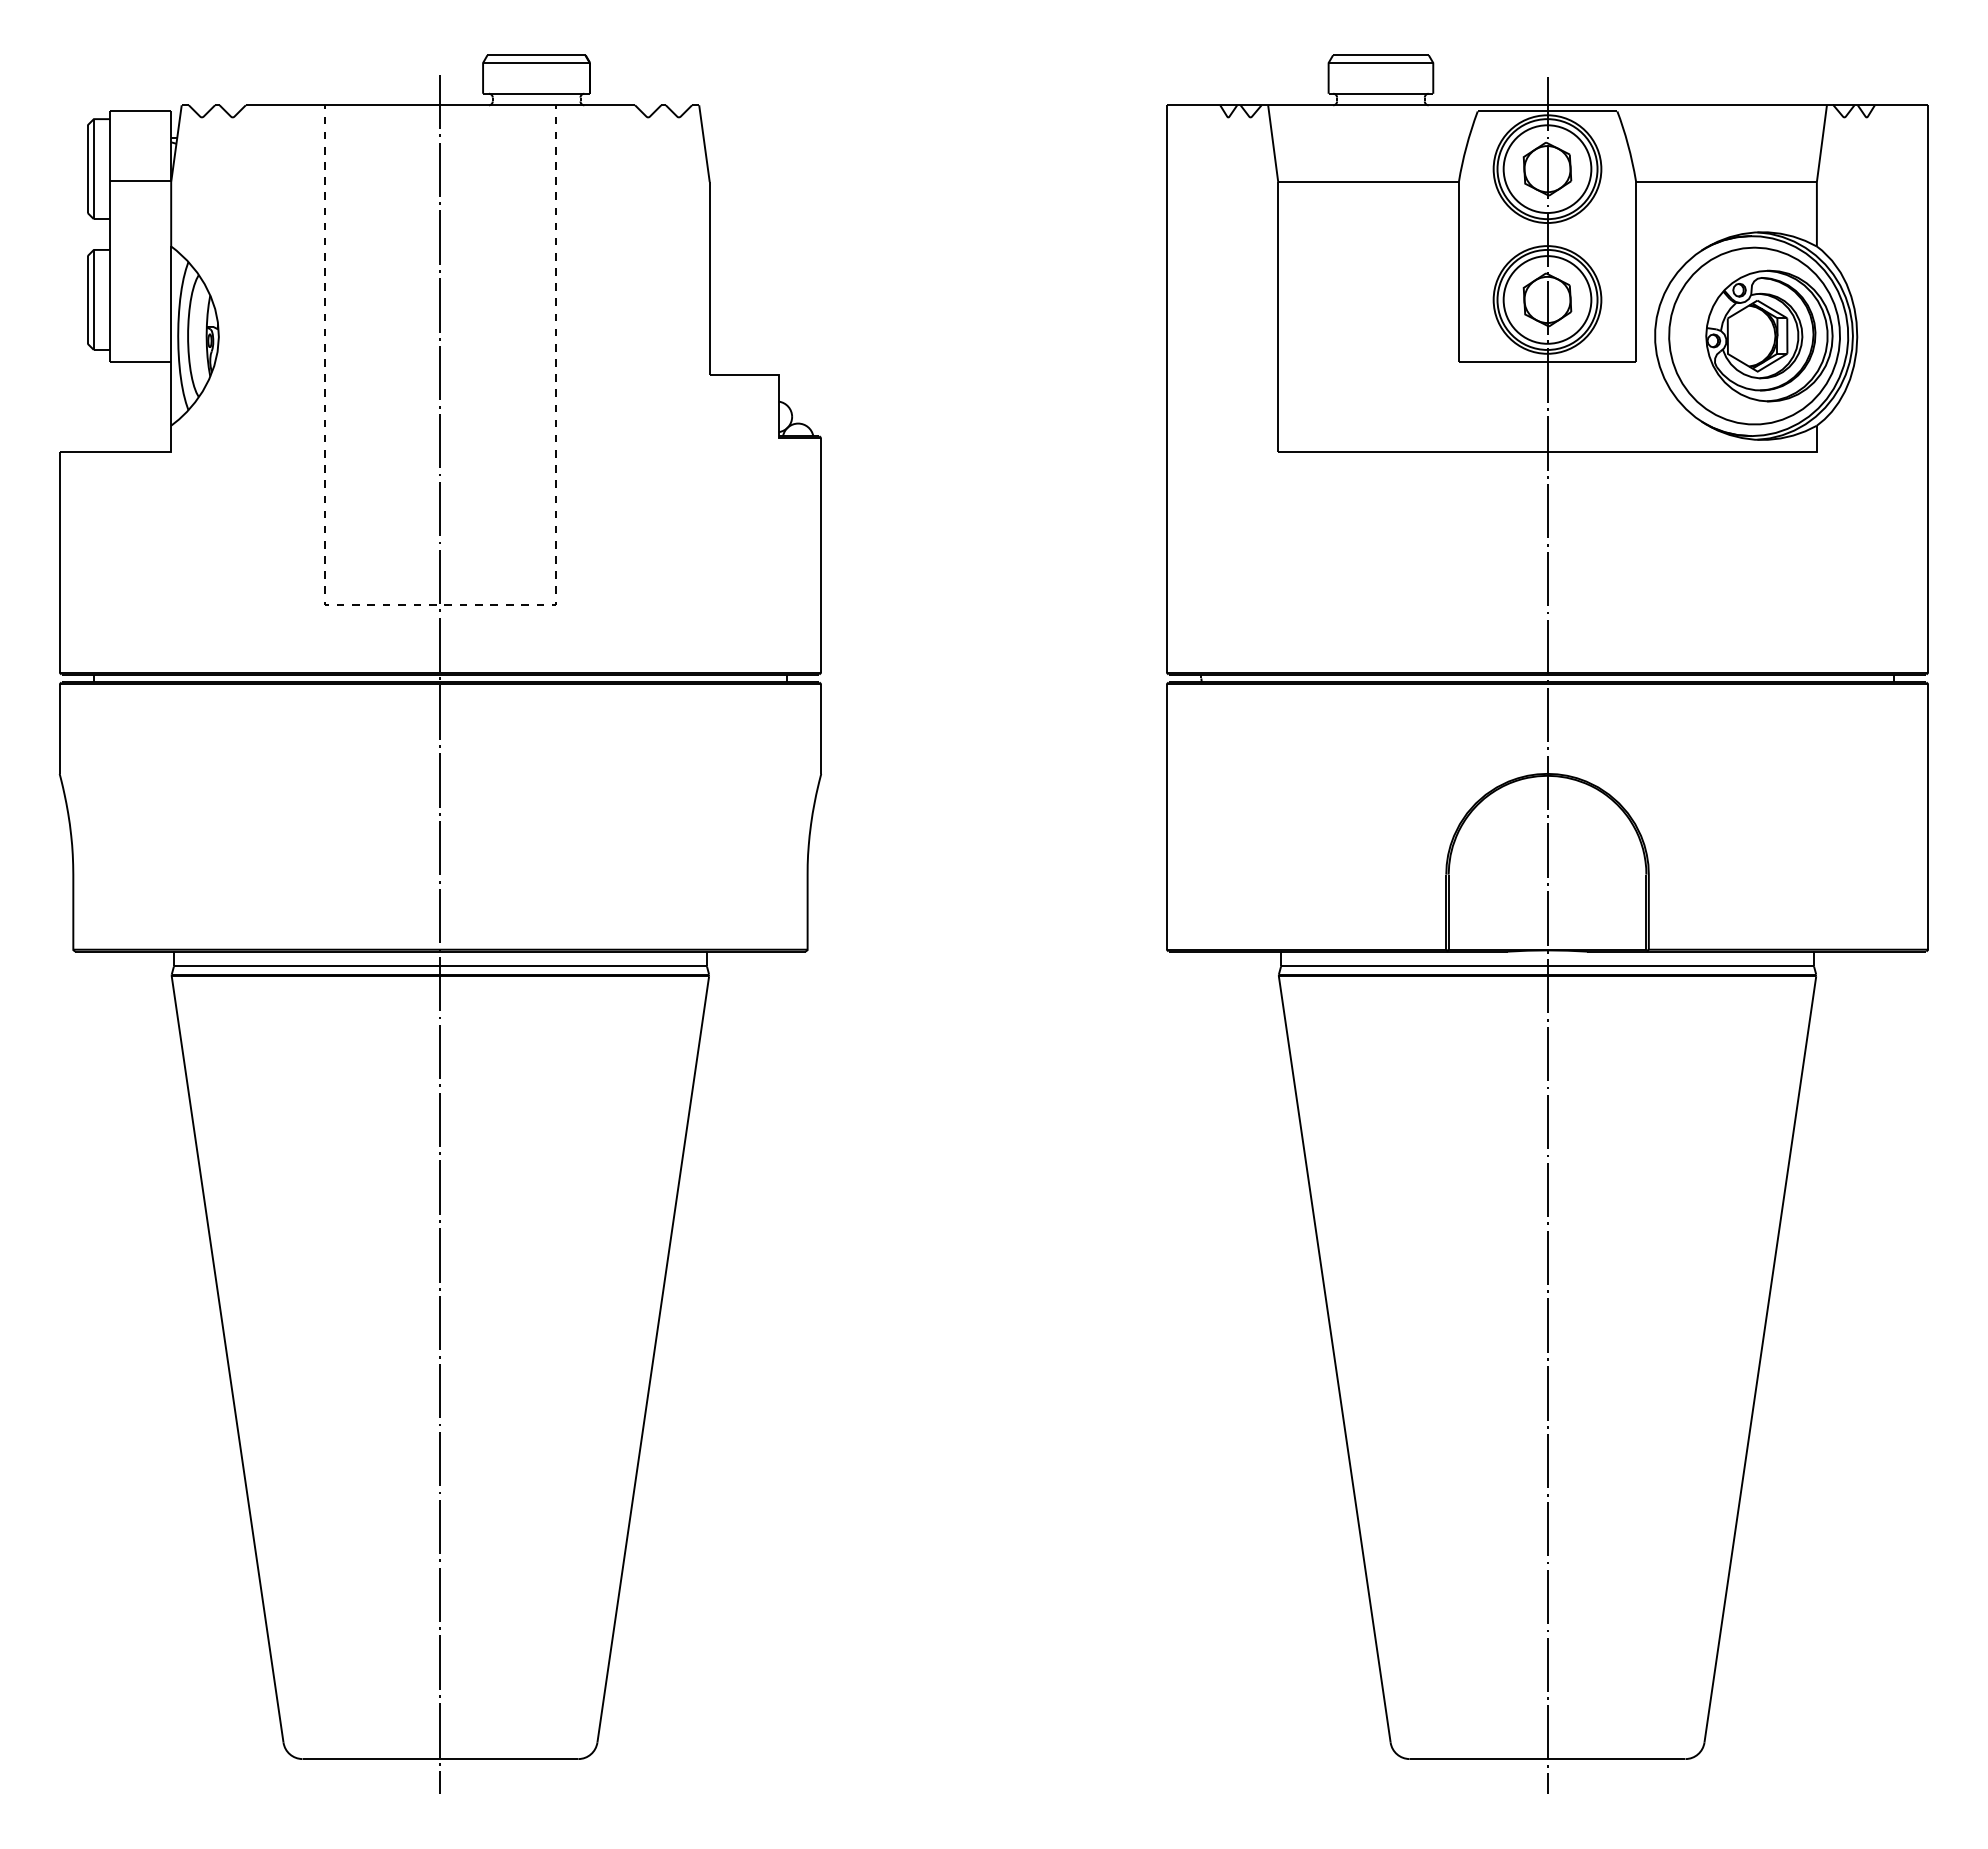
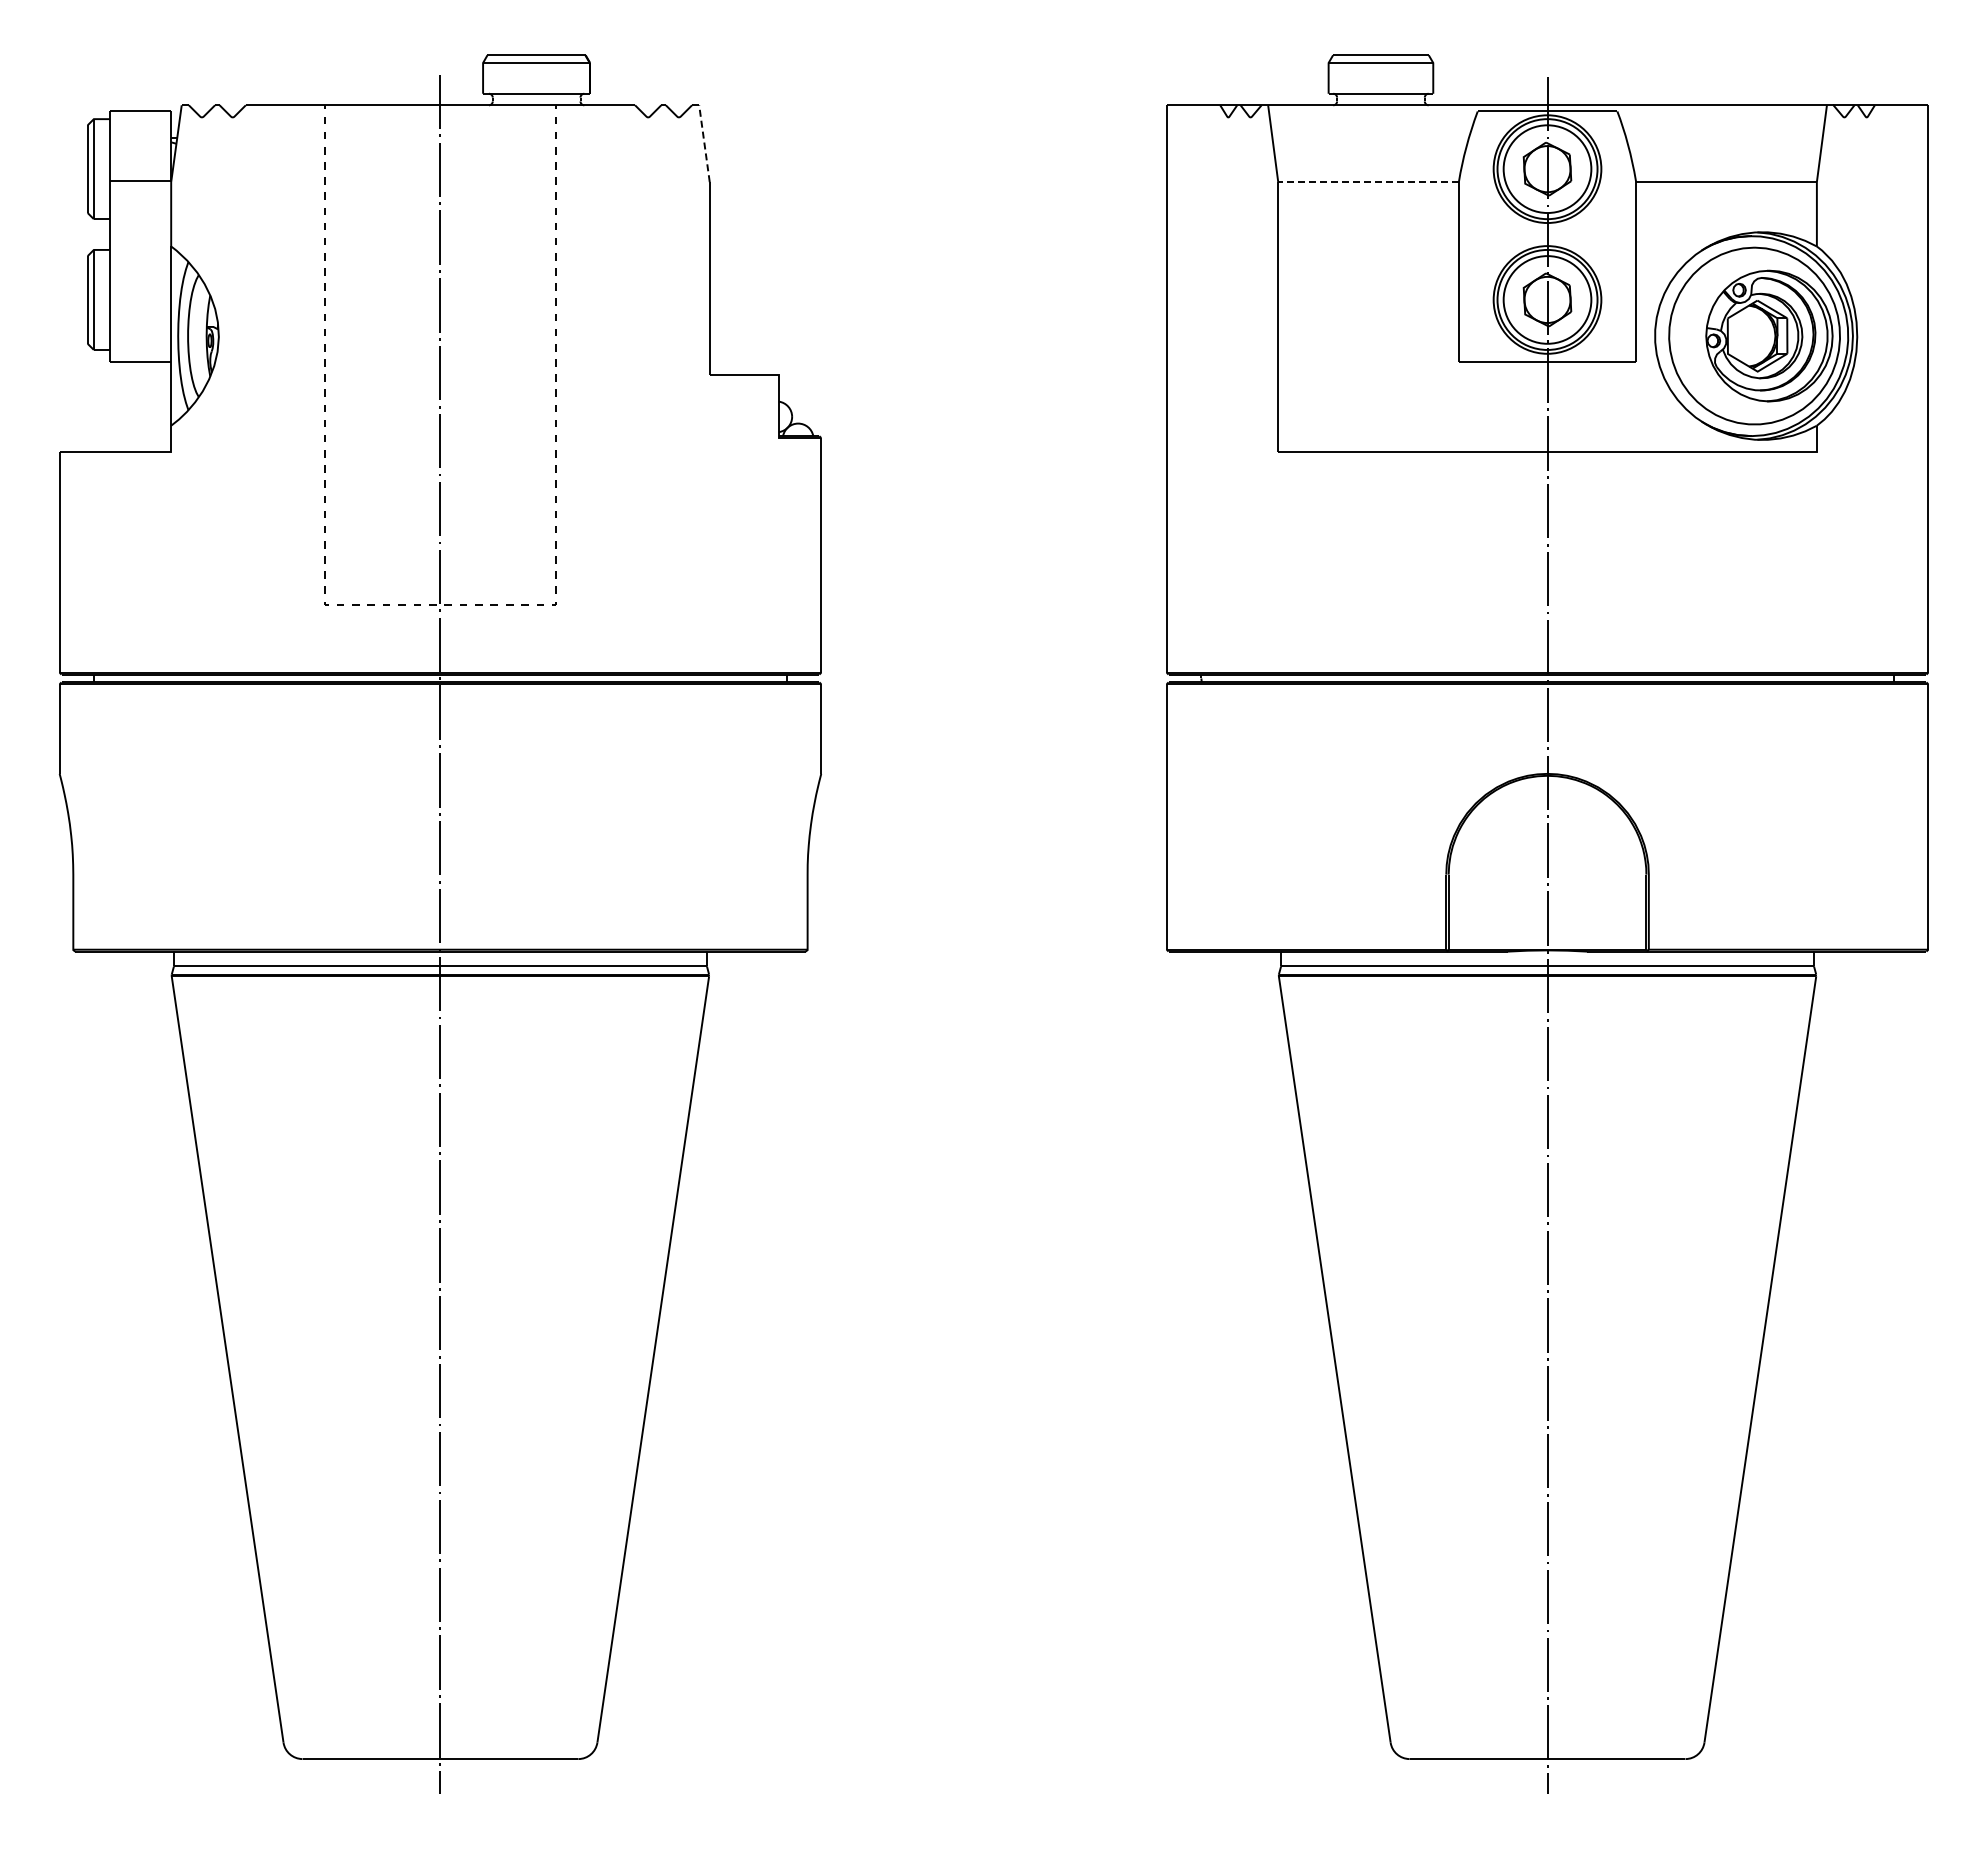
line at (704, 143): solid -> dashed
line at (1368, 182): solid -> dashed
